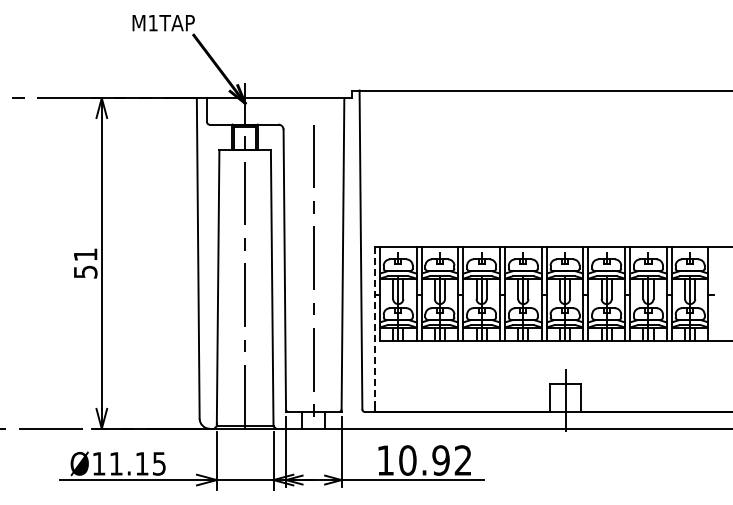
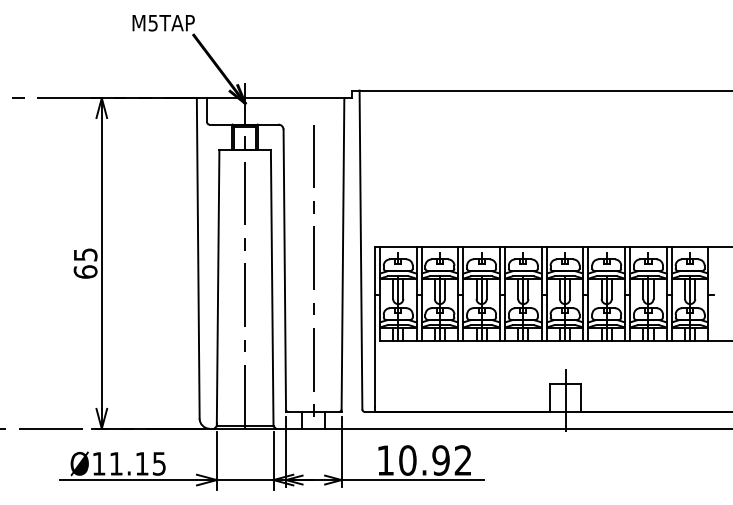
text at (152, 23): M1TAP -> M5TAP
text at (85, 263): 51 -> 65
line at (374, 327): dashed -> solid
